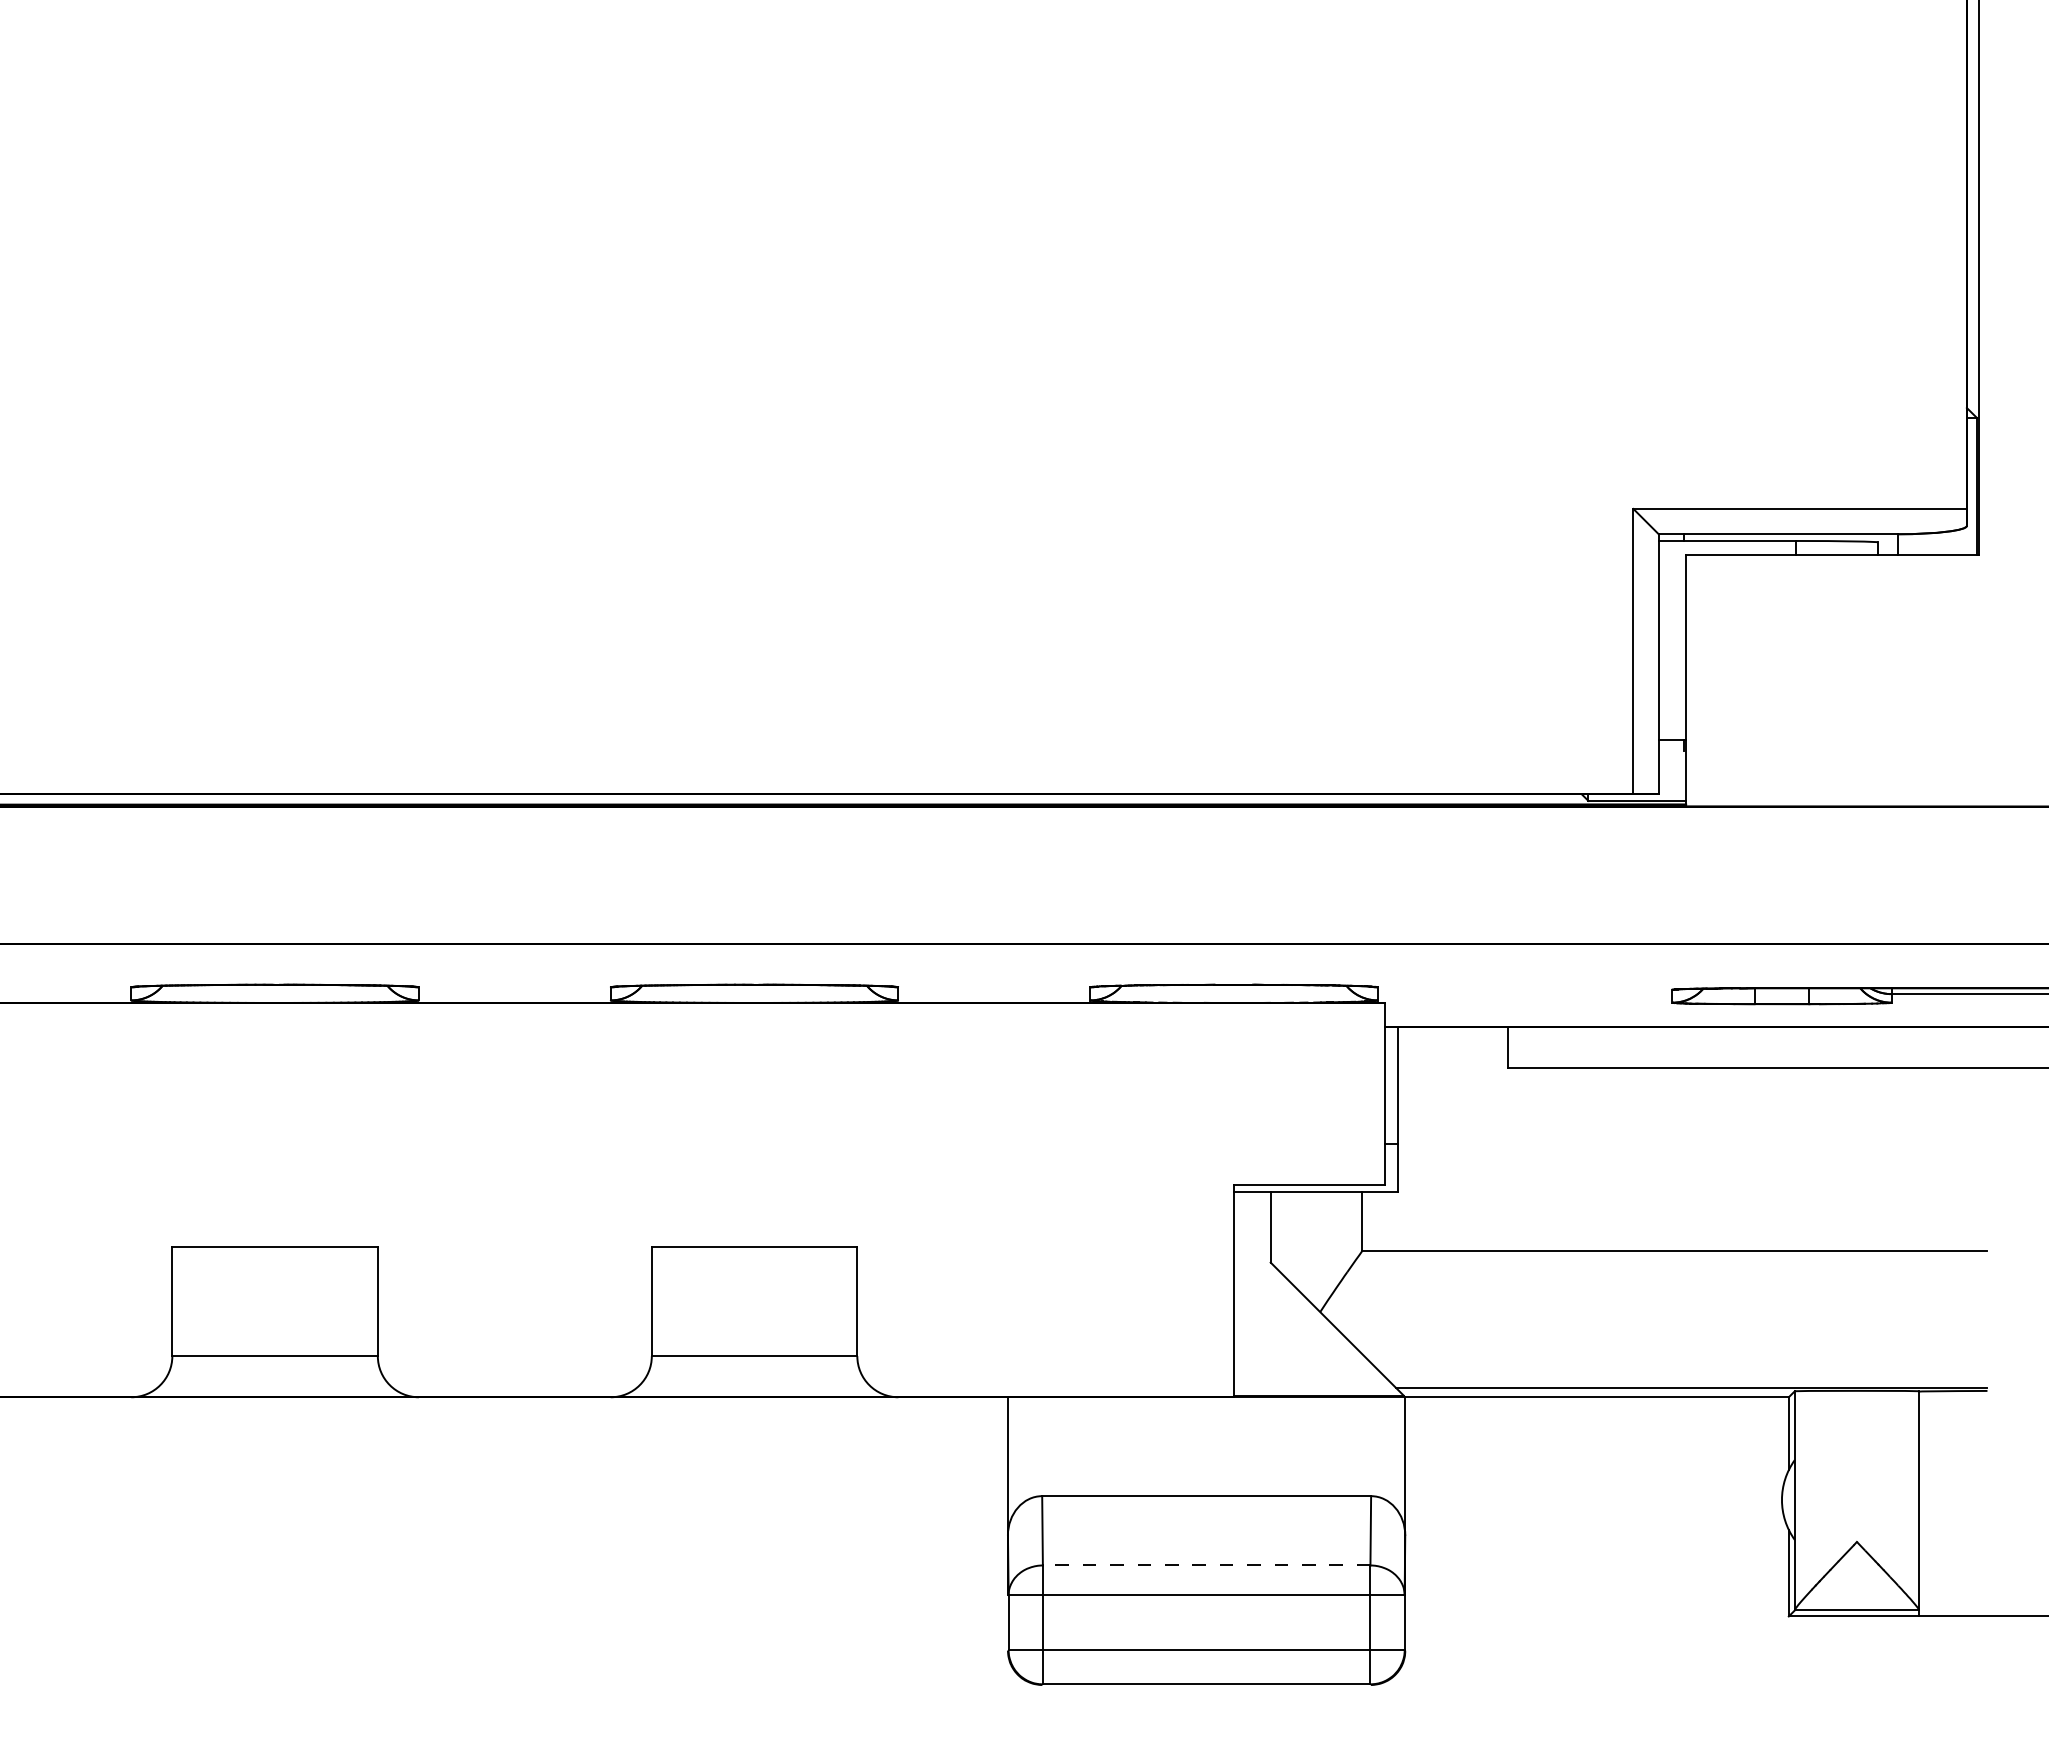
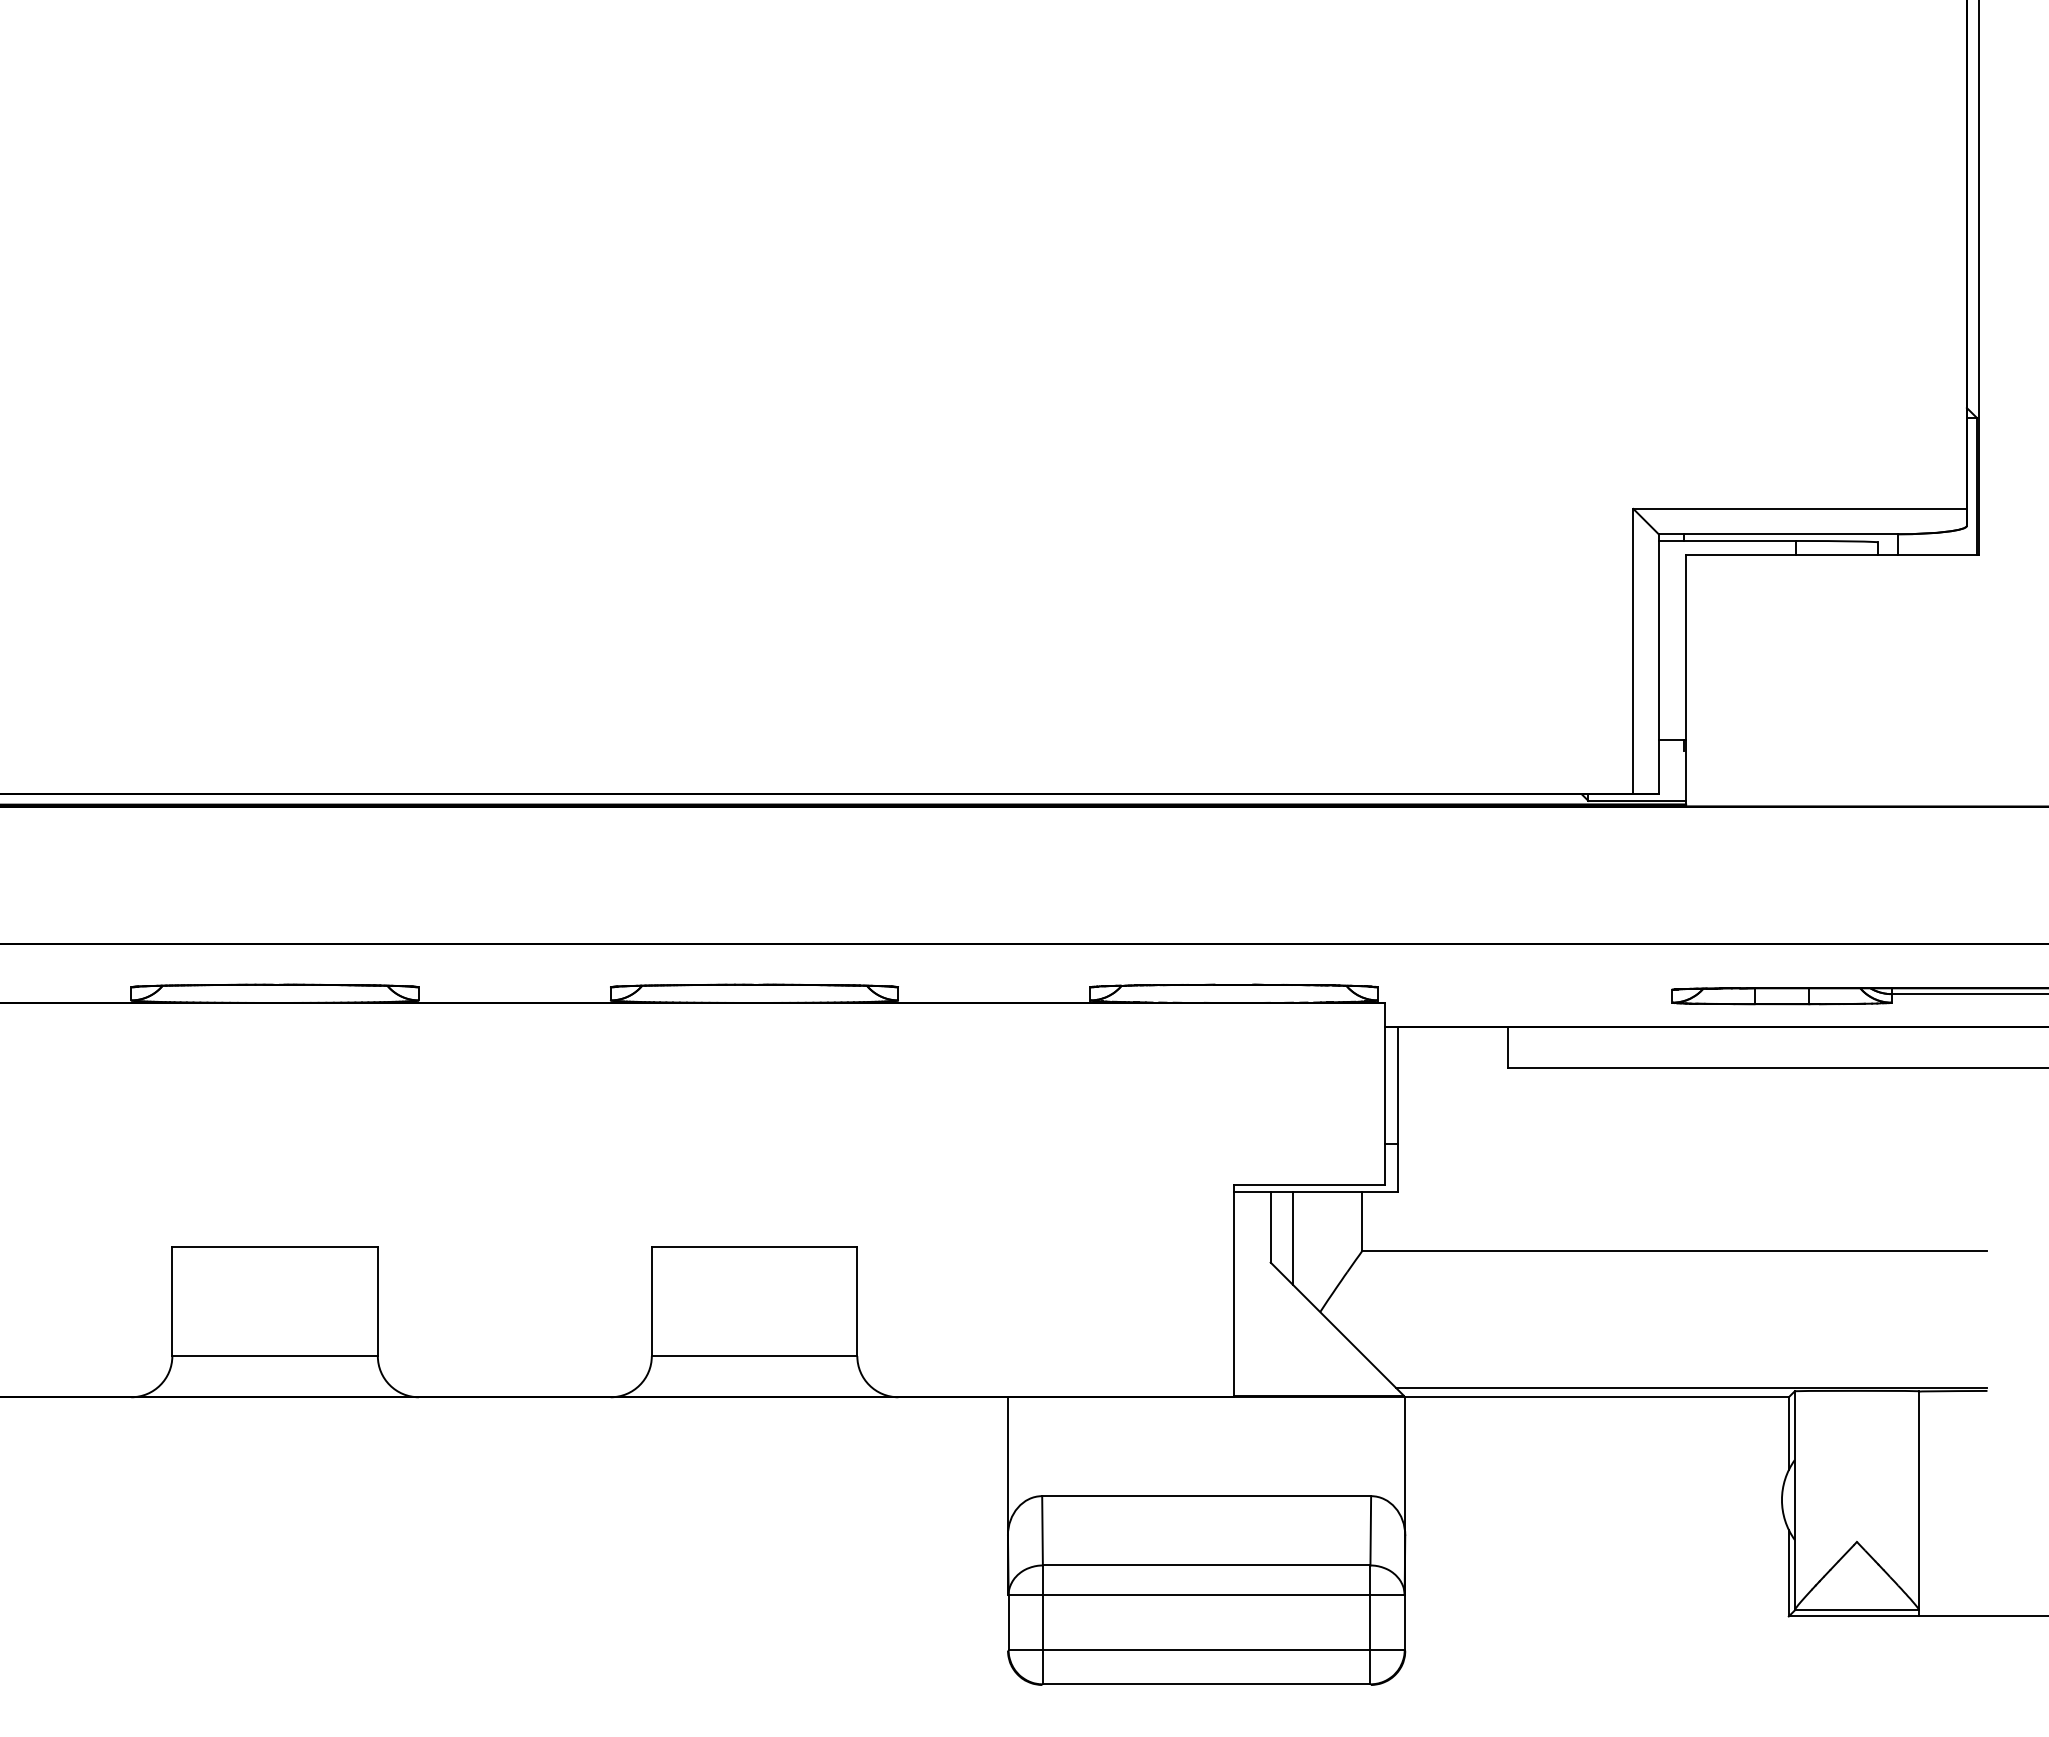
line at (1293, 1238): none -> present
line at (1206, 1565): dashed -> solid
